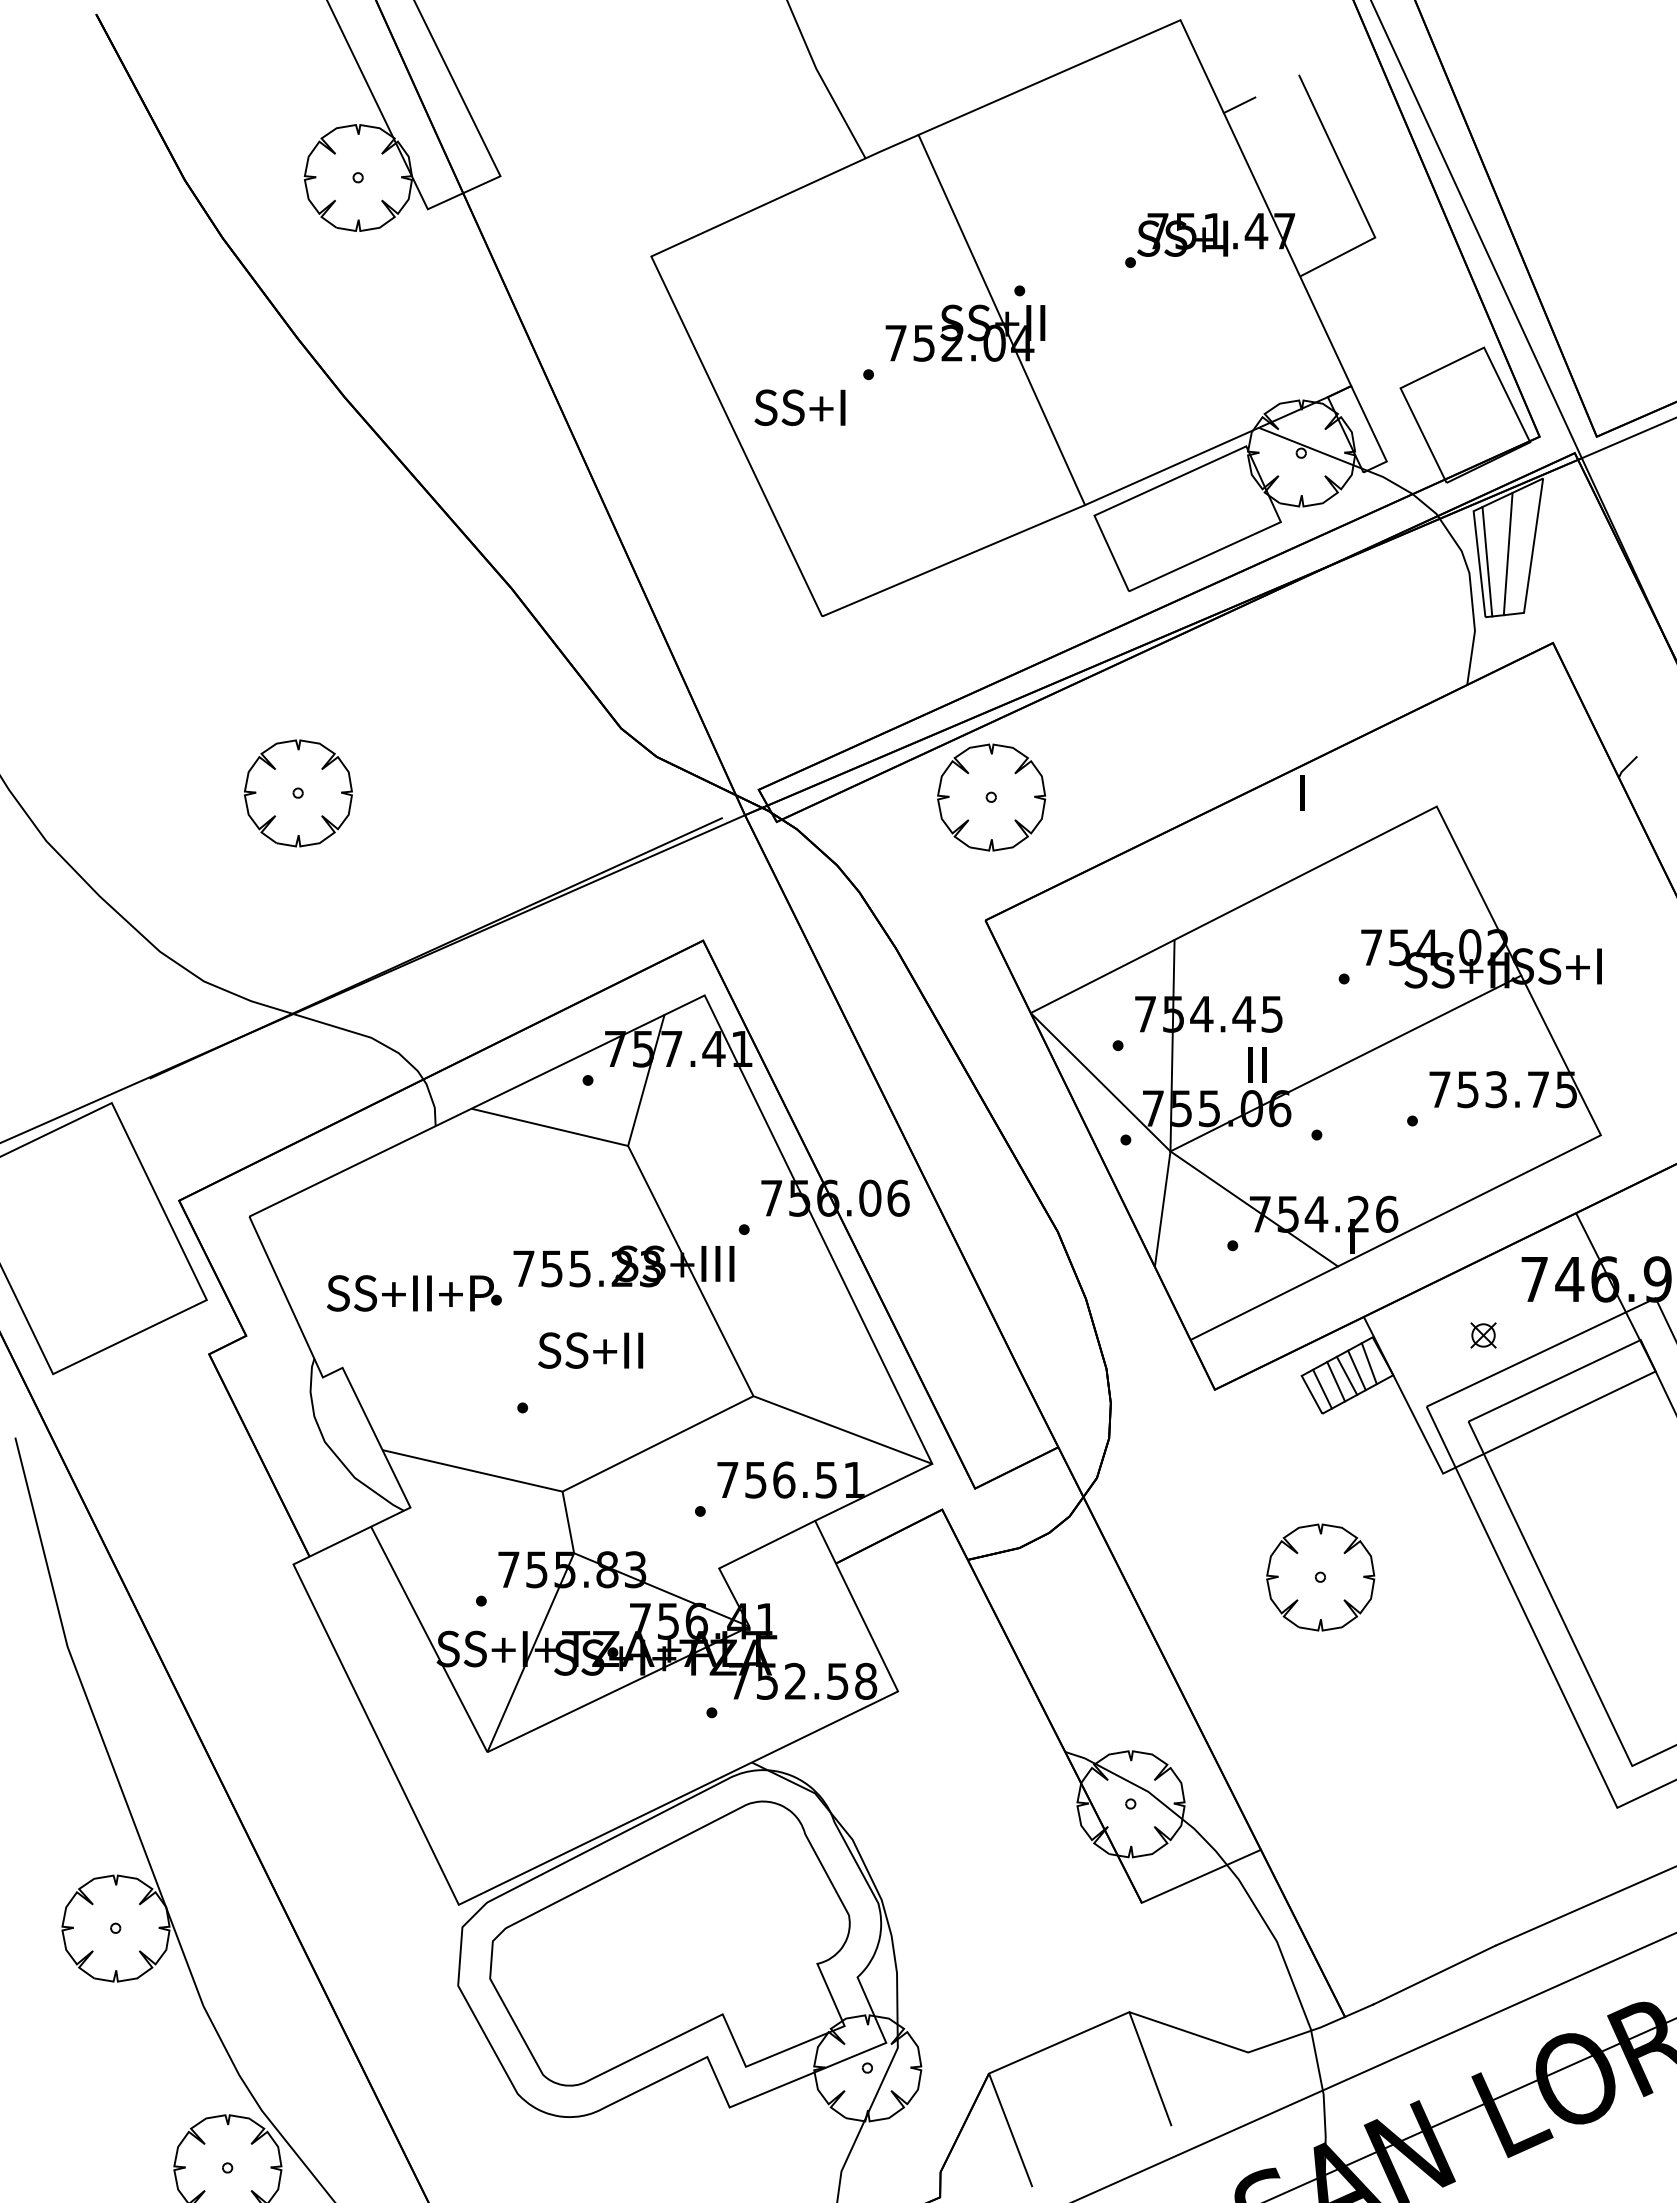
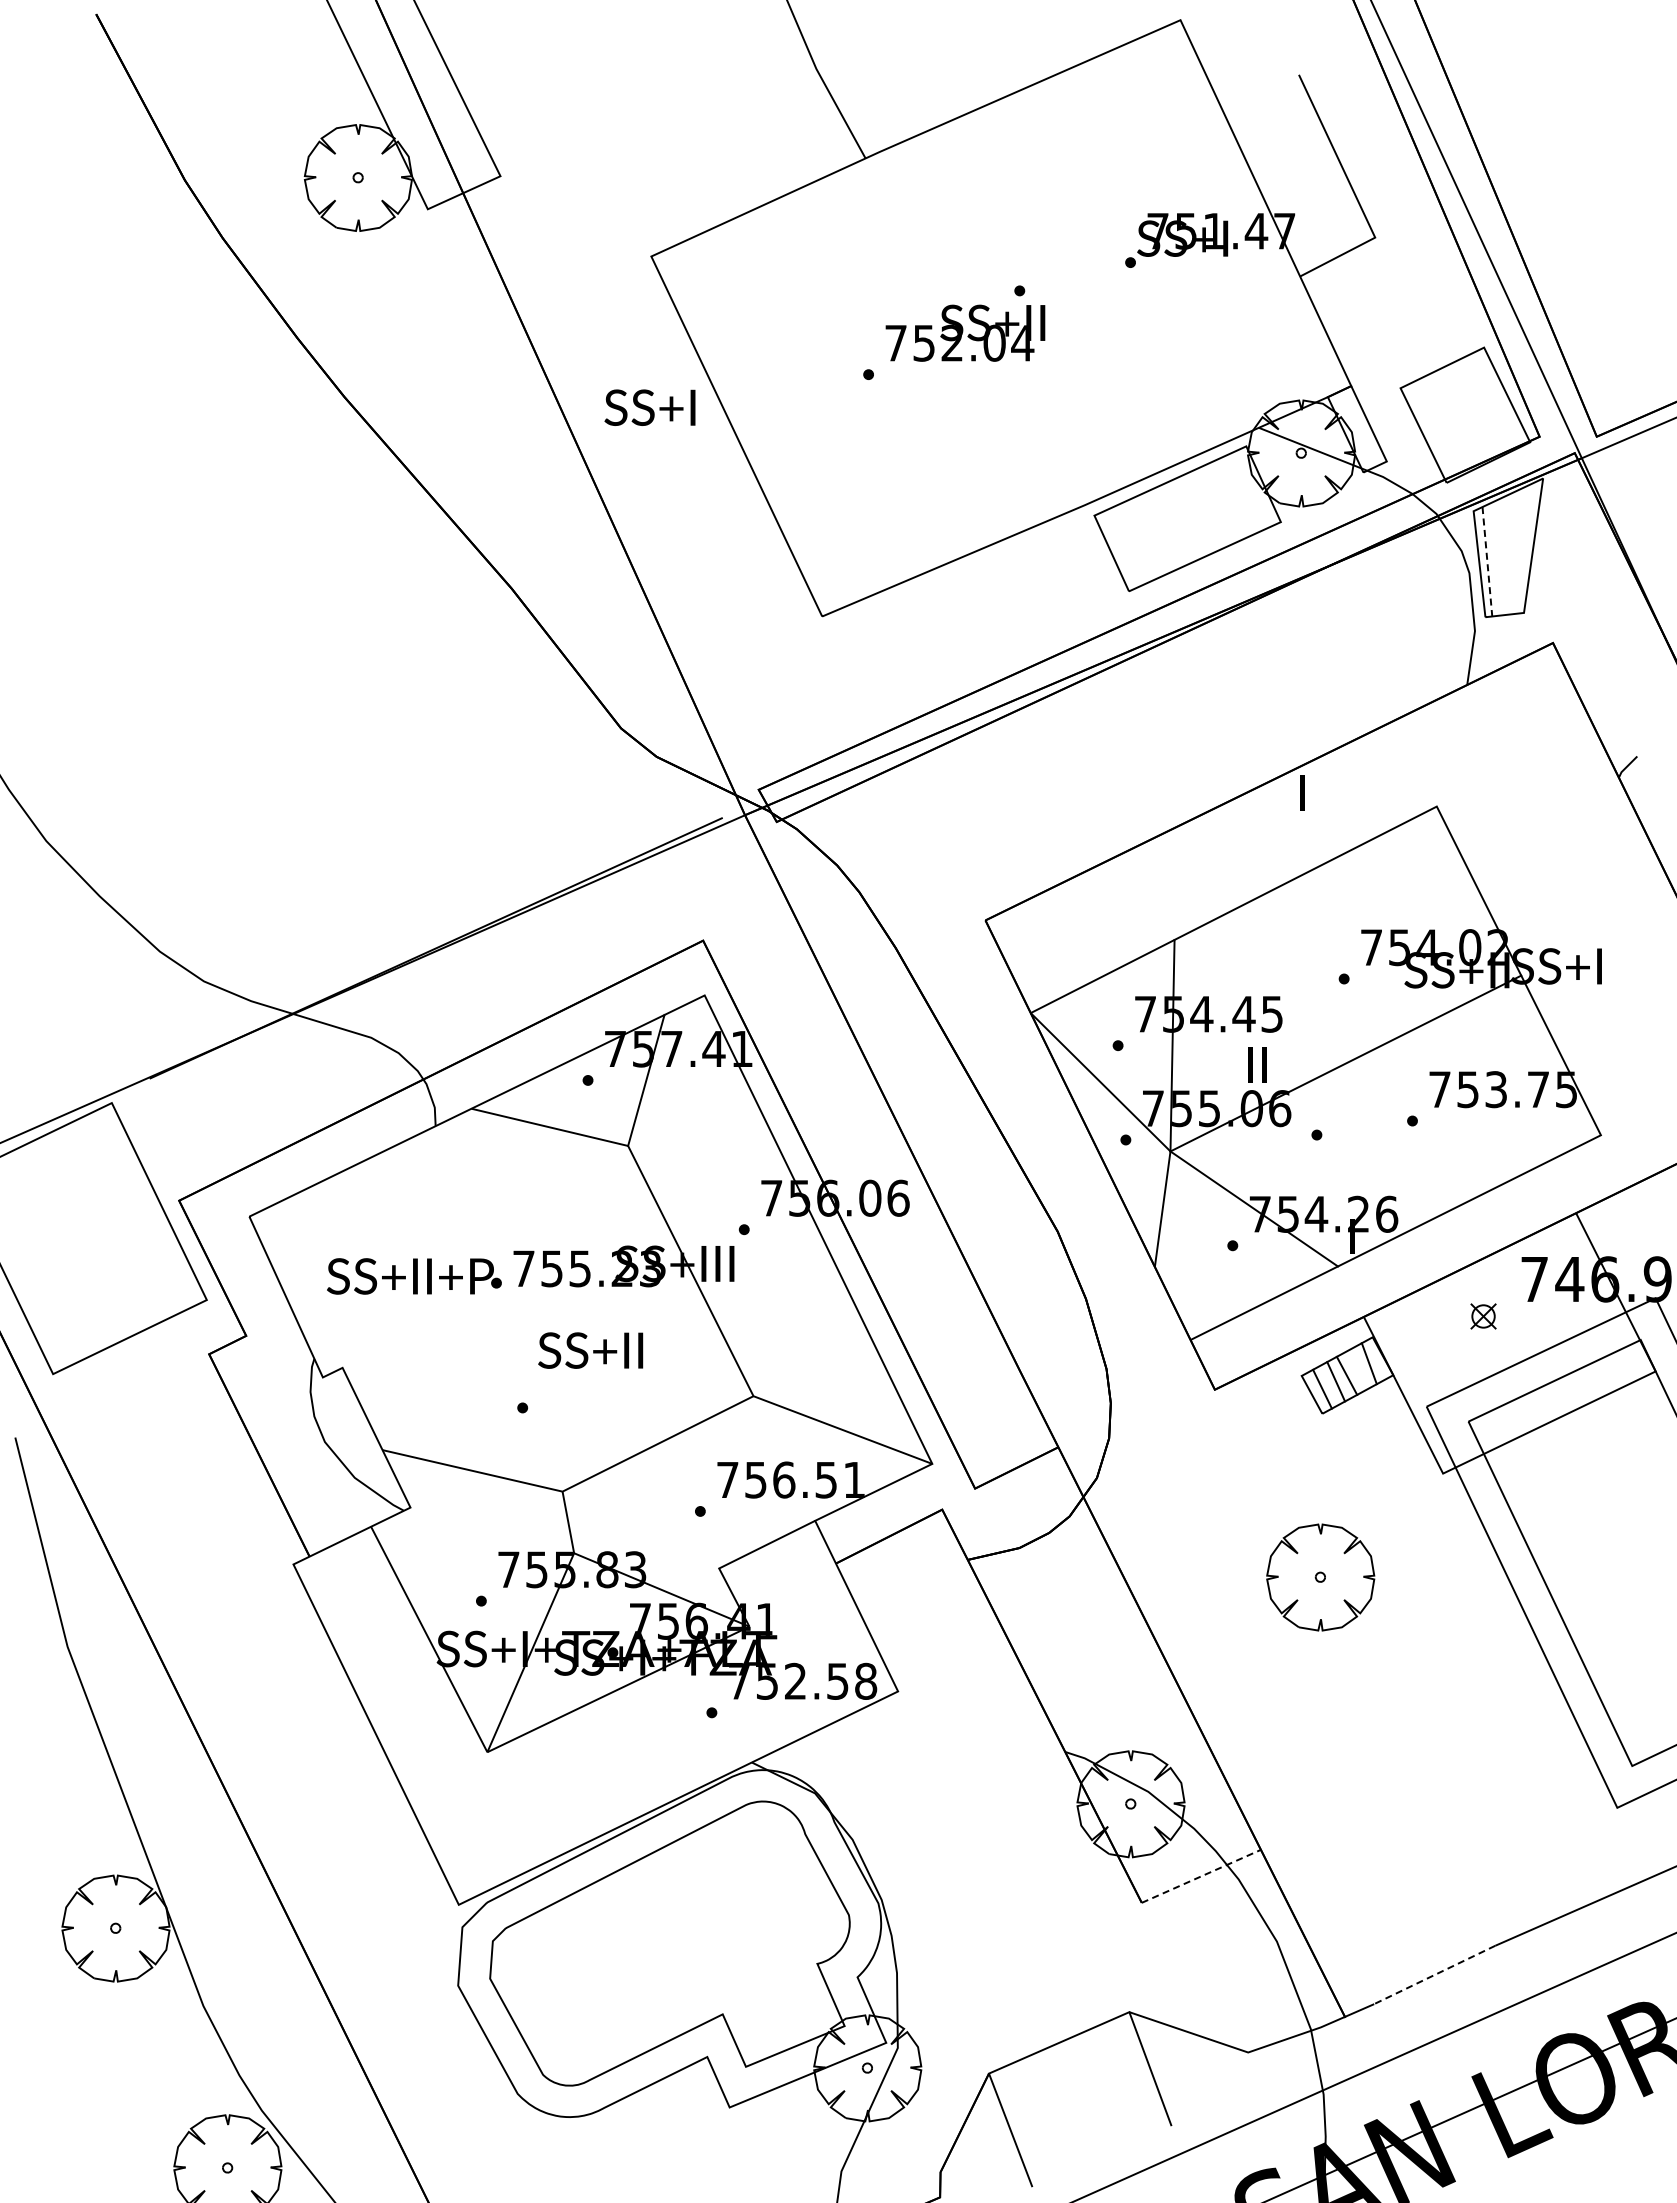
line at (1239, 105): present -> none
line at (1001, 319): present -> none
text at (799, 407) position: (799, 407) -> (649, 407)
line at (1507, 553): present -> none
line at (1487, 561): solid -> dashed
part at (298, 793): present -> none
part at (991, 797): present -> none
part at (414, 1293) position: (414, 1293) -> (414, 1276)
part at (1483, 1335) position: (1483, 1335) -> (1483, 1316)
line at (1356, 1370): present -> none
line at (1201, 1876): solid -> dashed
line at (1434, 1975): solid -> dashed
